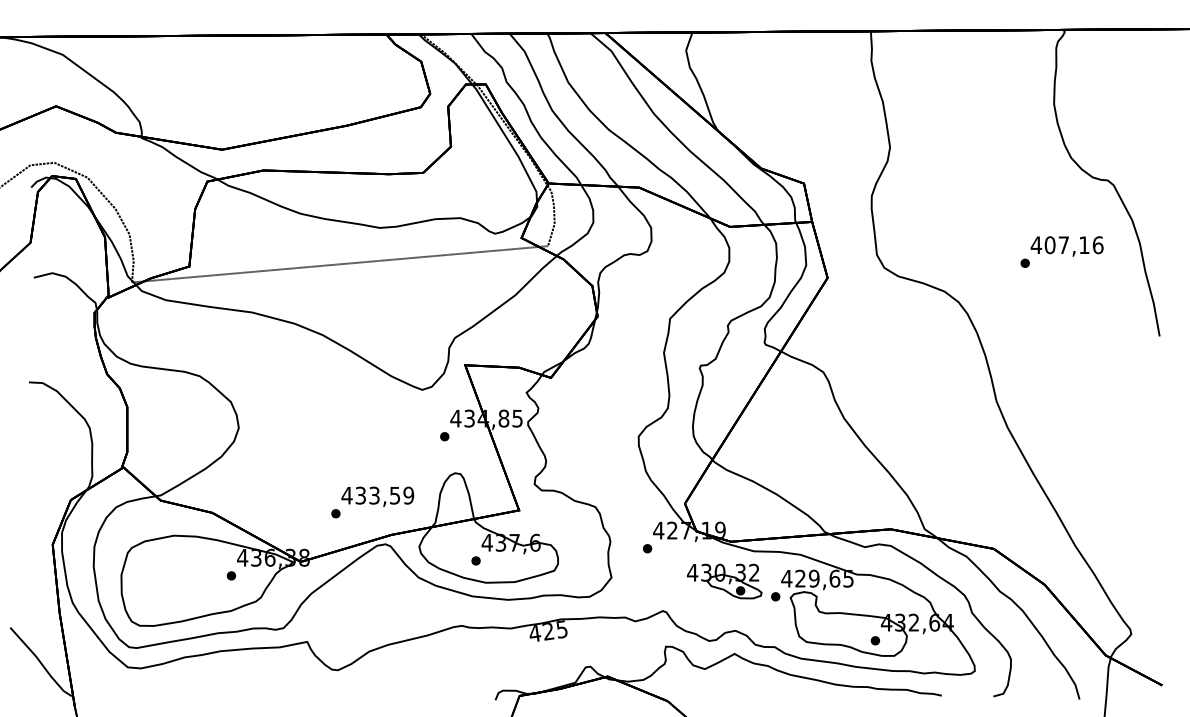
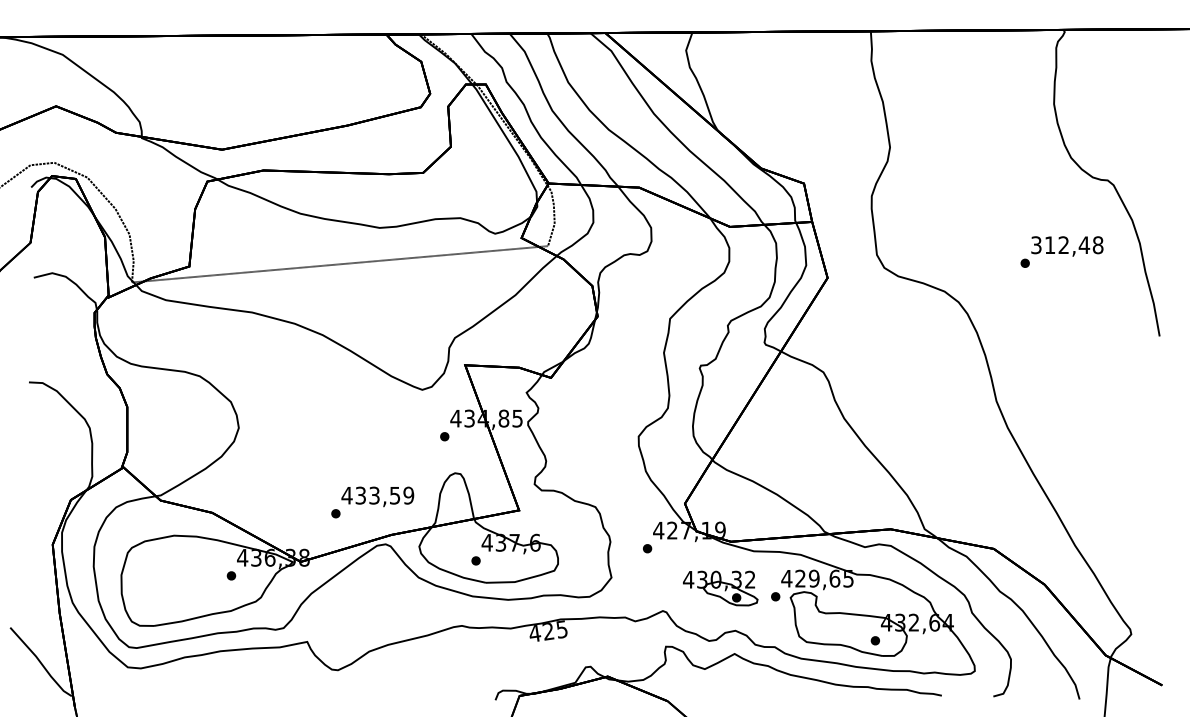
text at (1066, 245): 407,16 -> 312,48
part at (724, 581) position: (724, 581) -> (720, 588)
